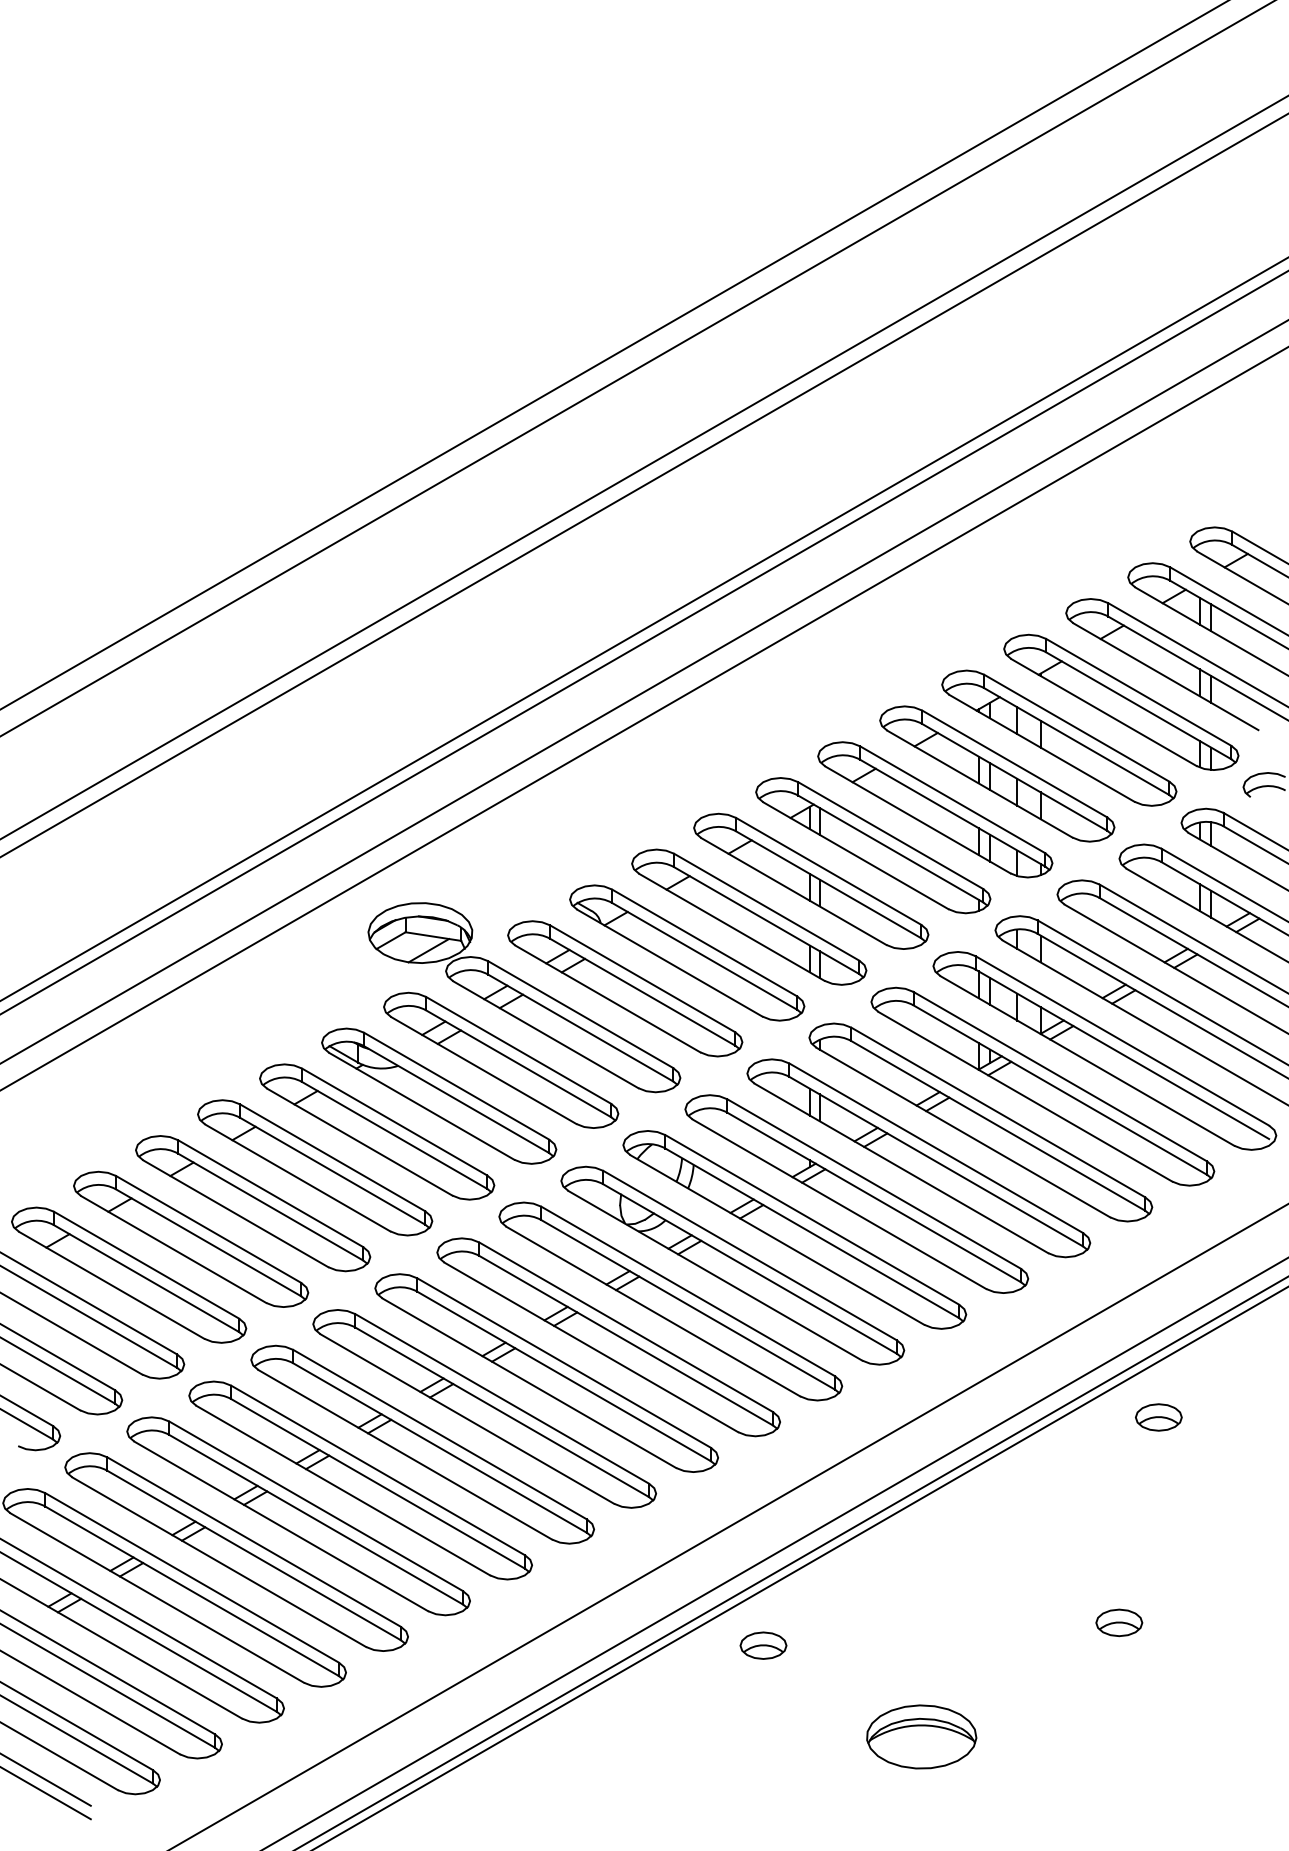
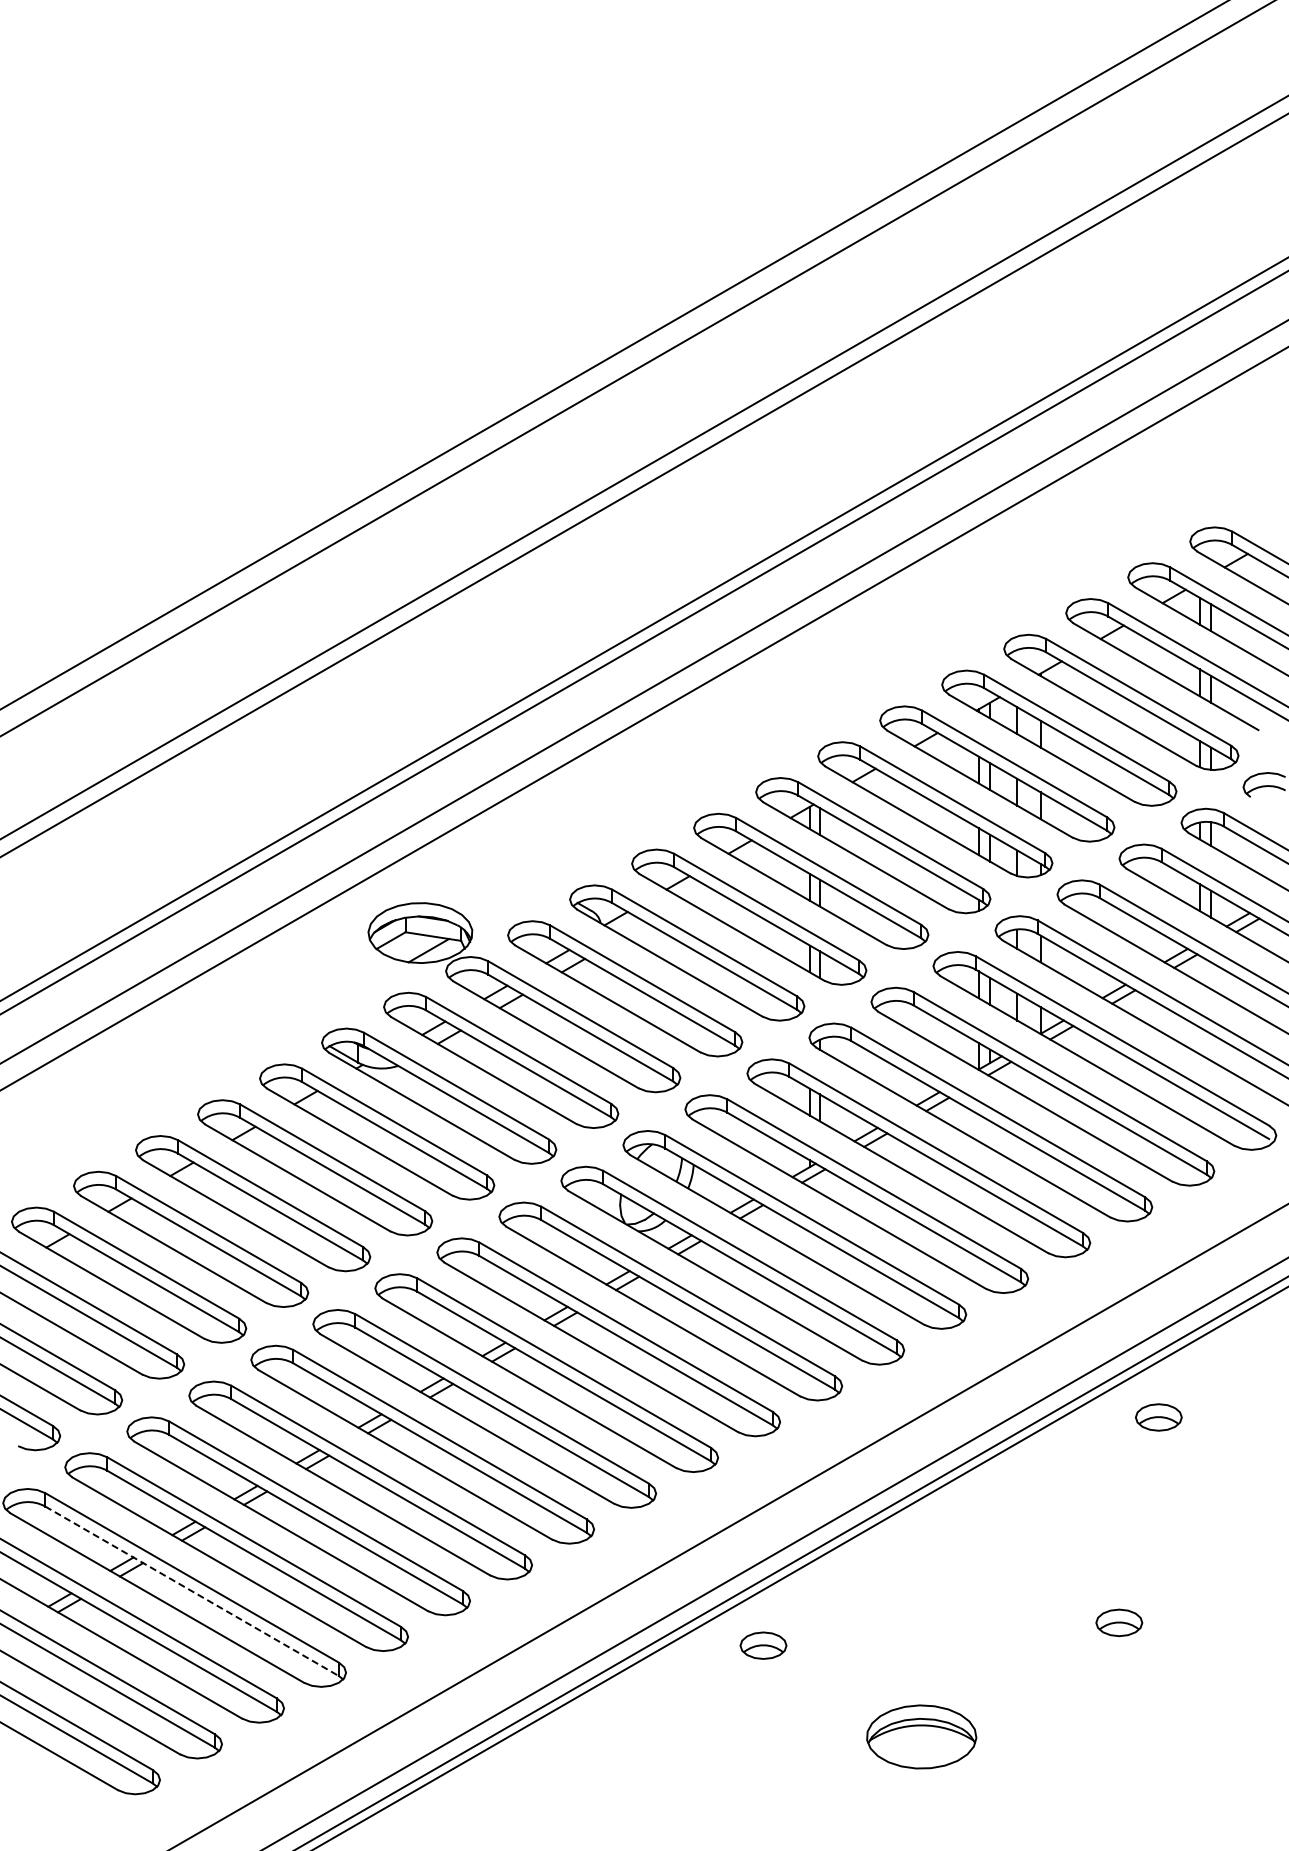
line at (192, 1591): solid -> dashed
line at (46, 1779): present -> none
line at (46, 1793): present -> none
